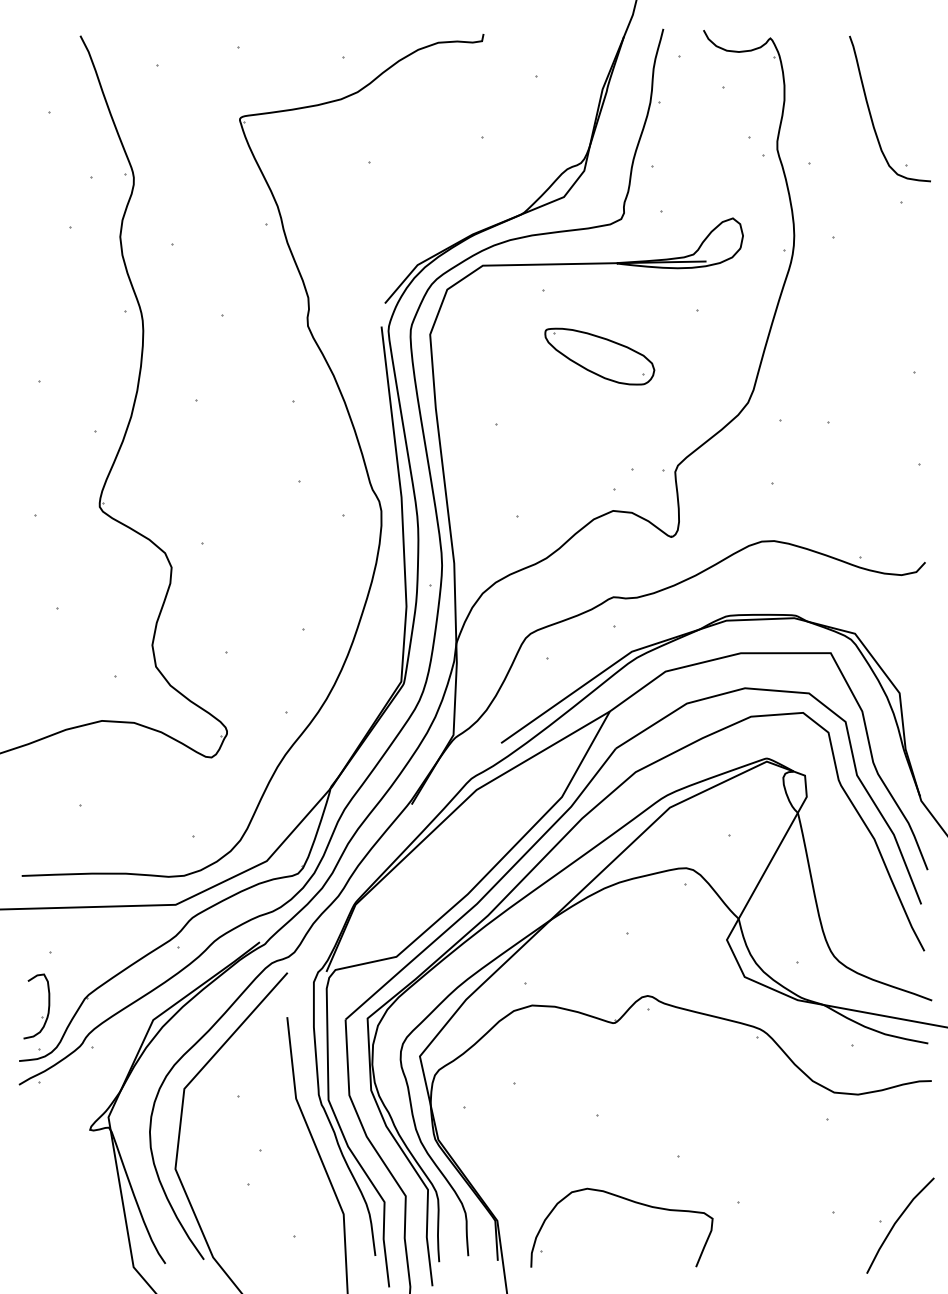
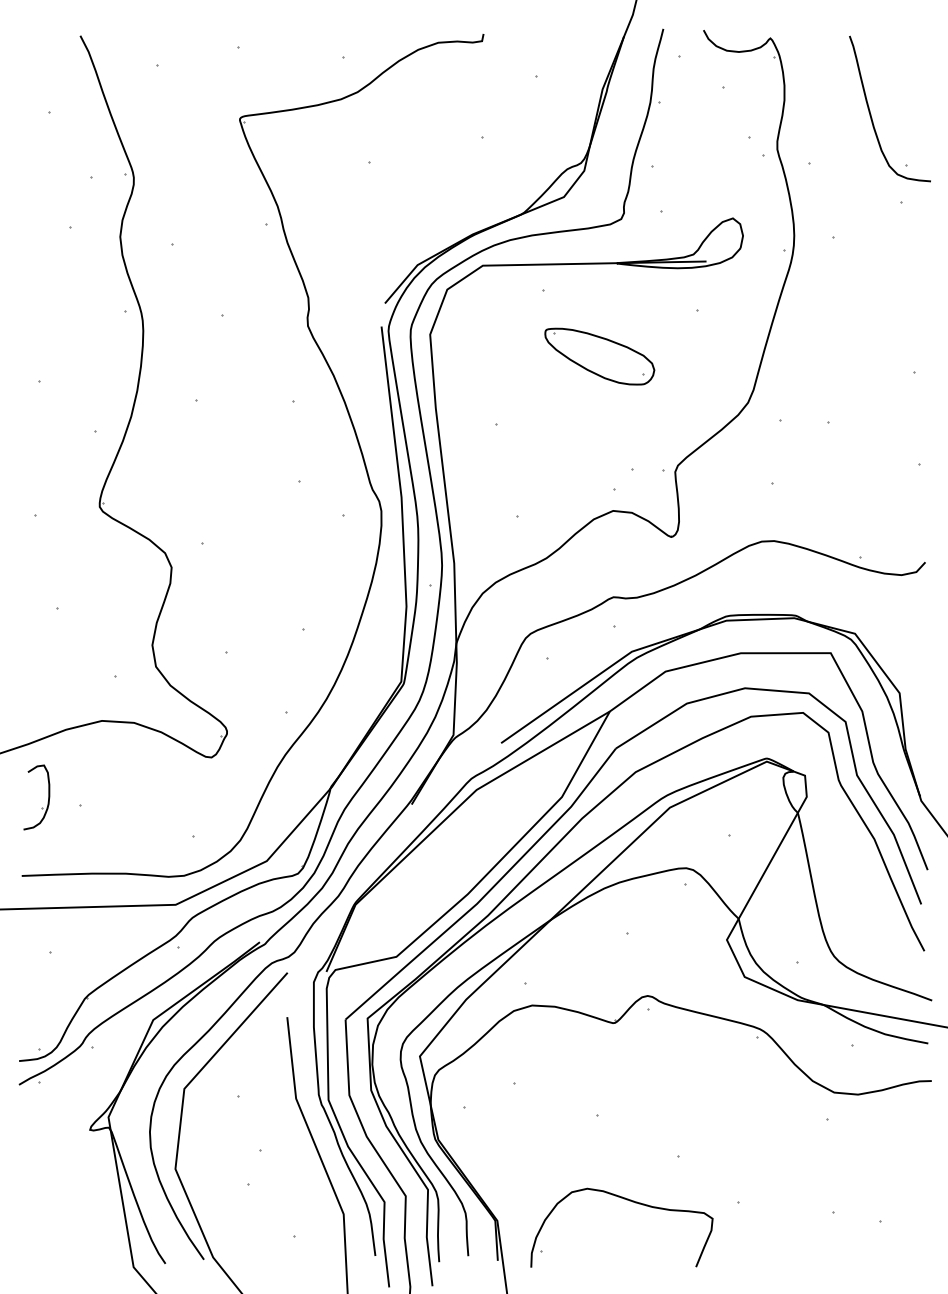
part at (42, 1016) position: (42, 1016) -> (42, 807)
line at (896, 1223): present -> none
